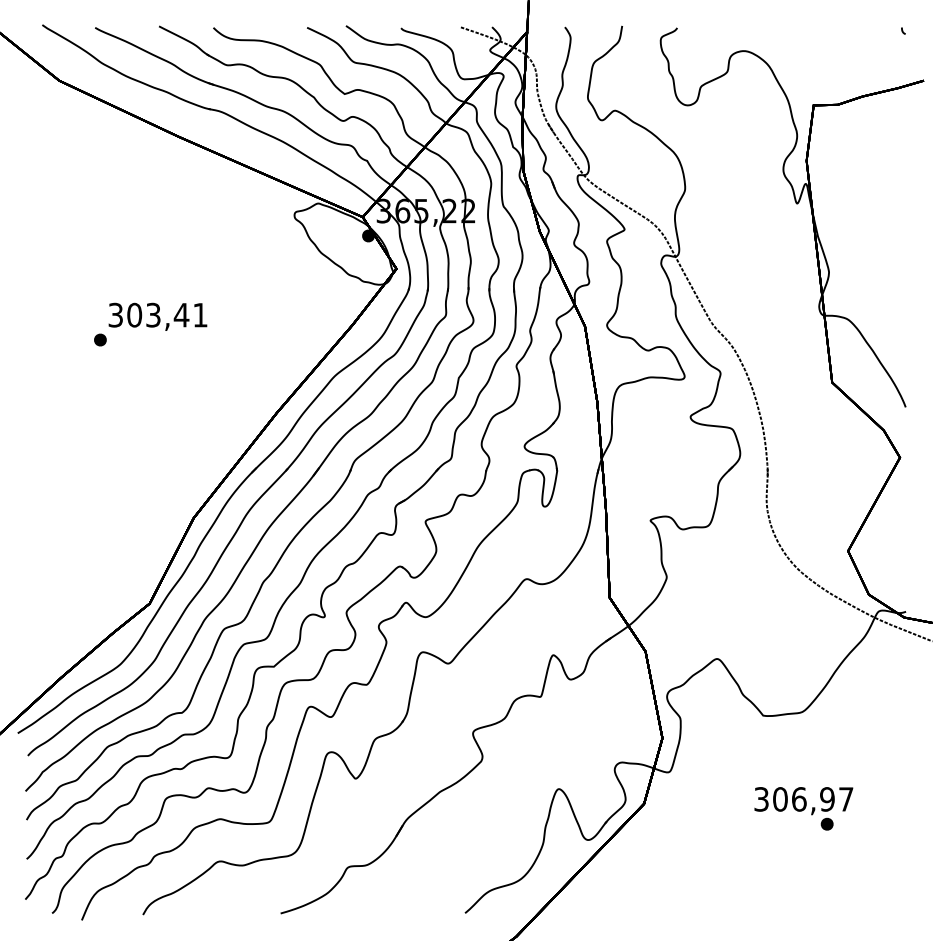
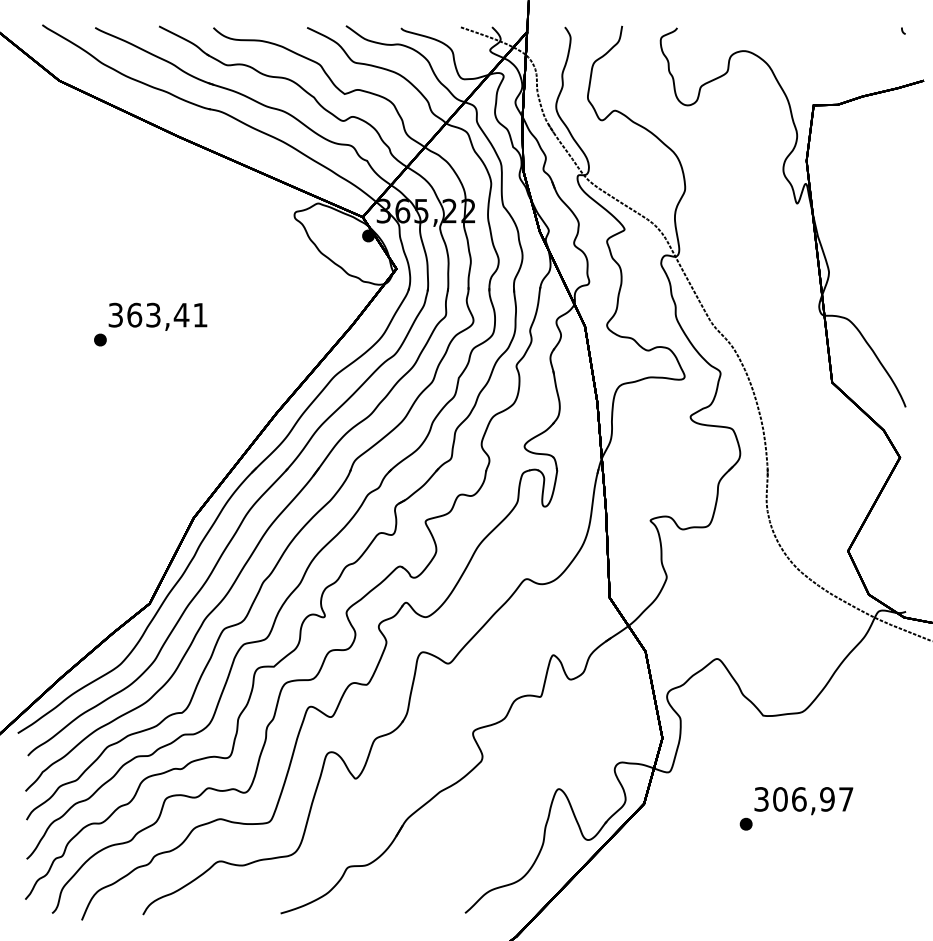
text at (134, 314): 303,41 -> 363,41
part at (826, 823) position: (826, 823) -> (745, 823)
